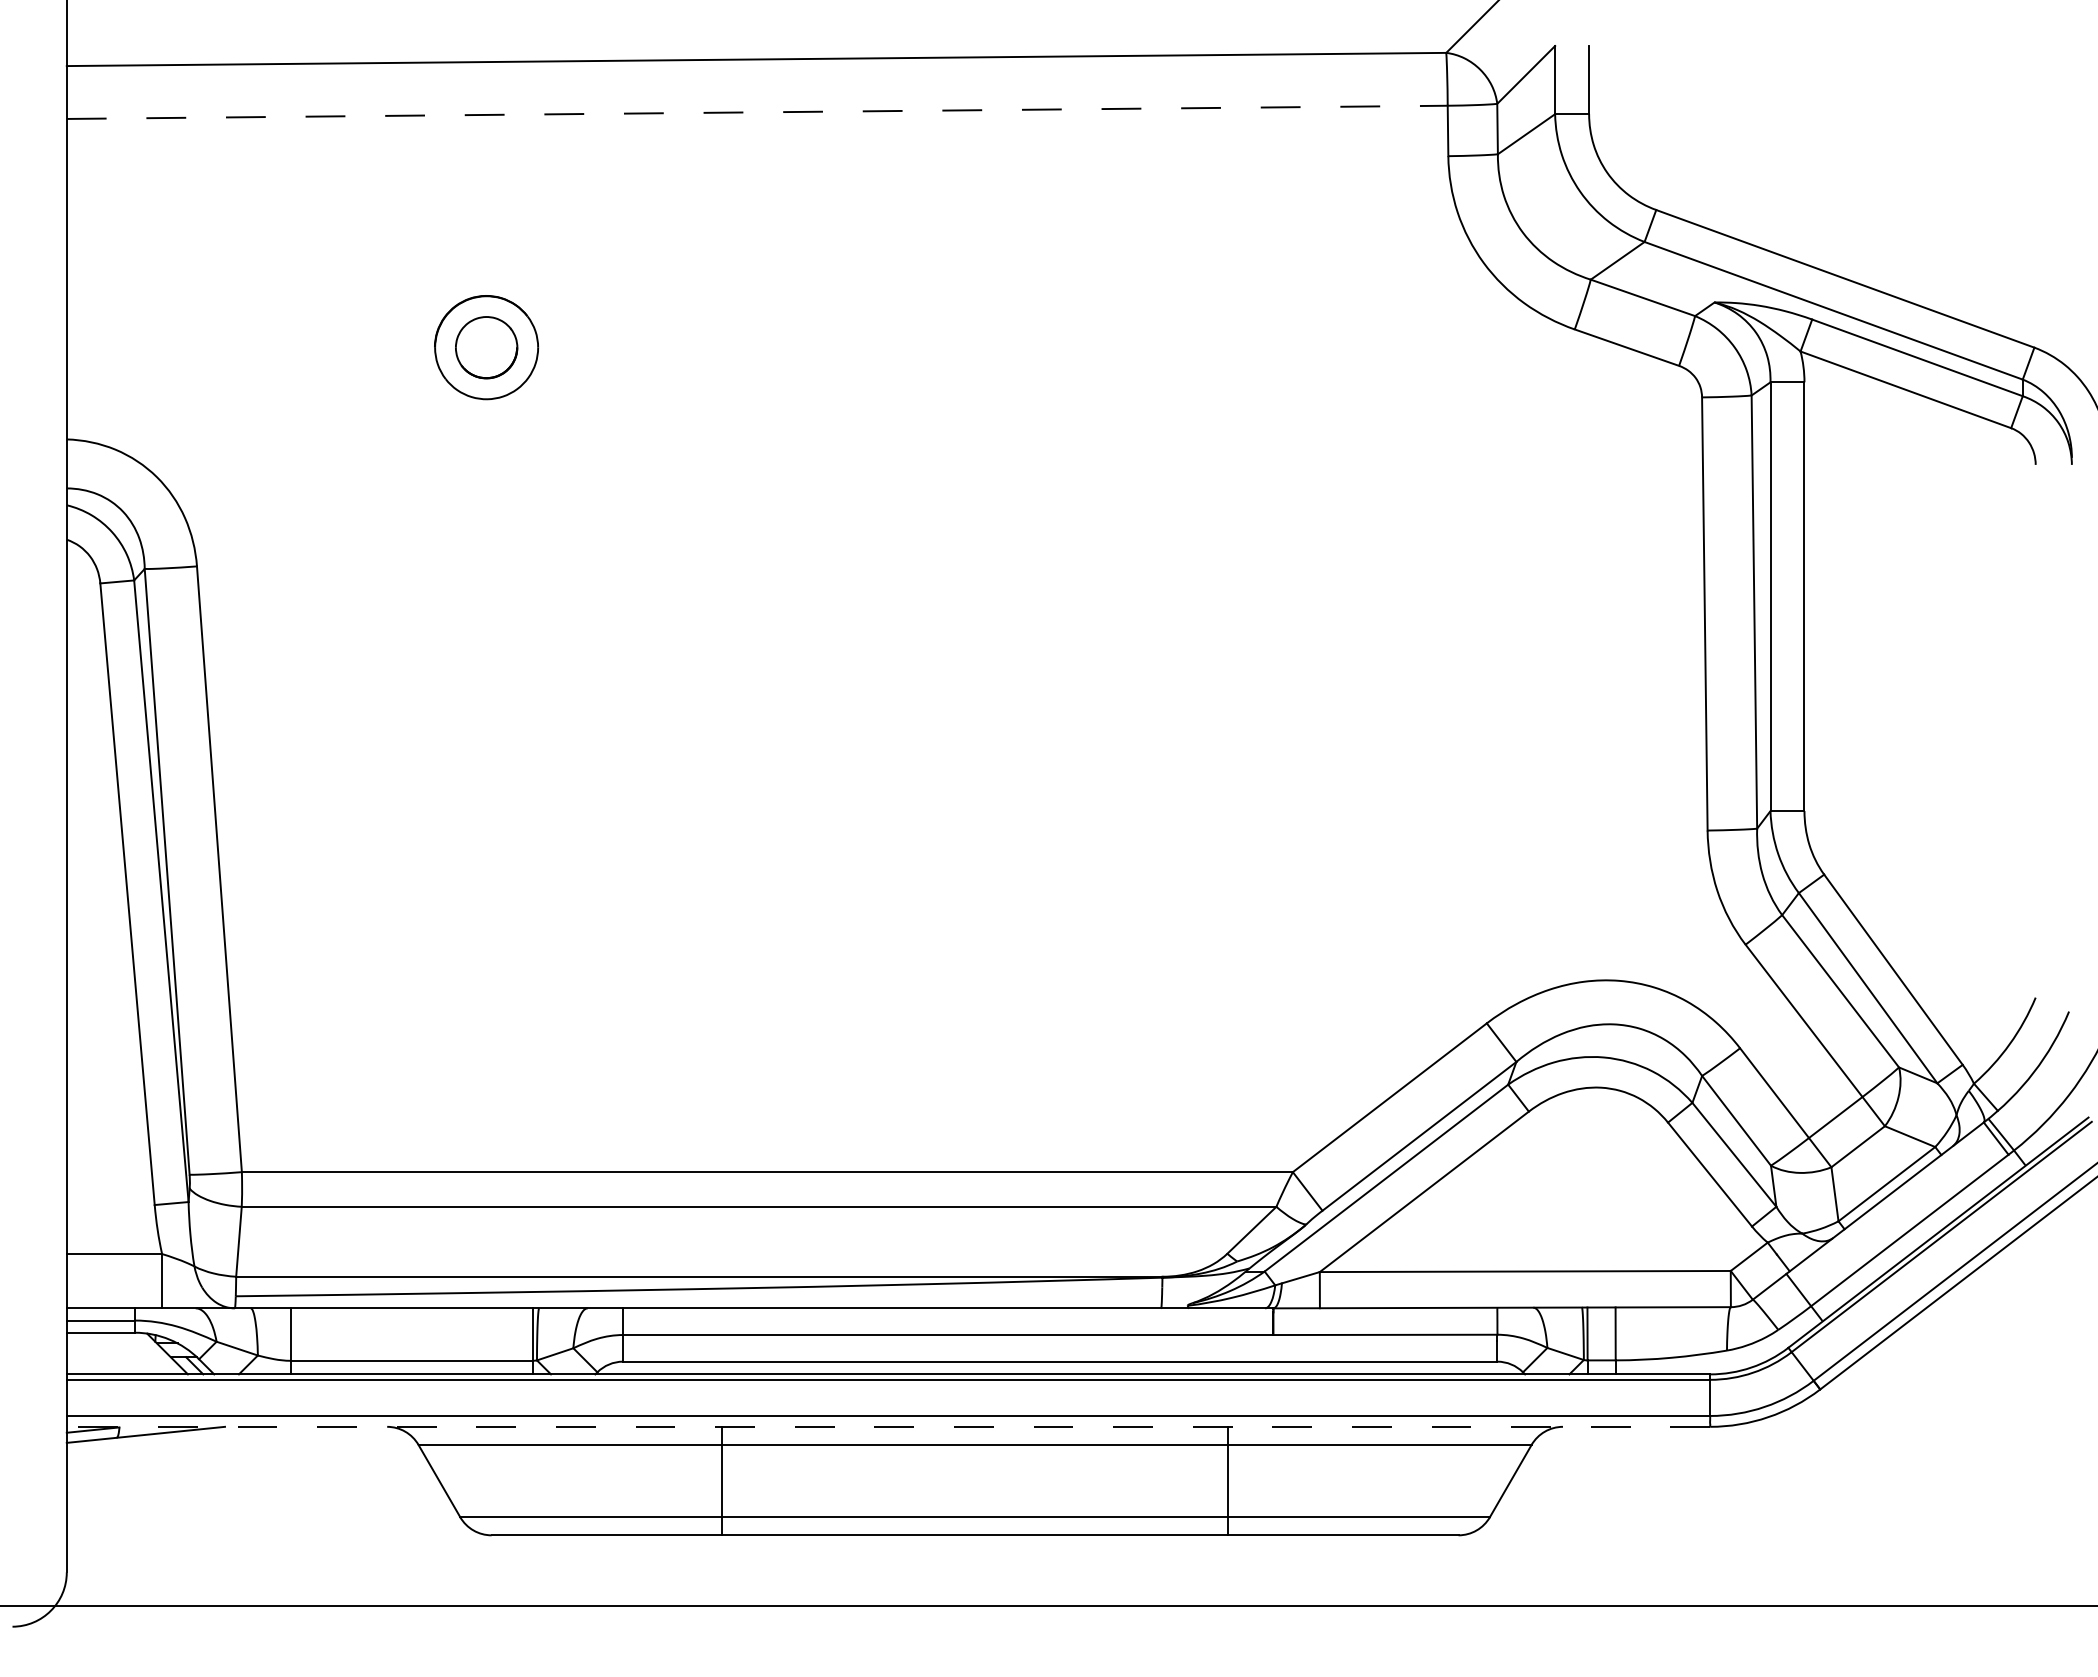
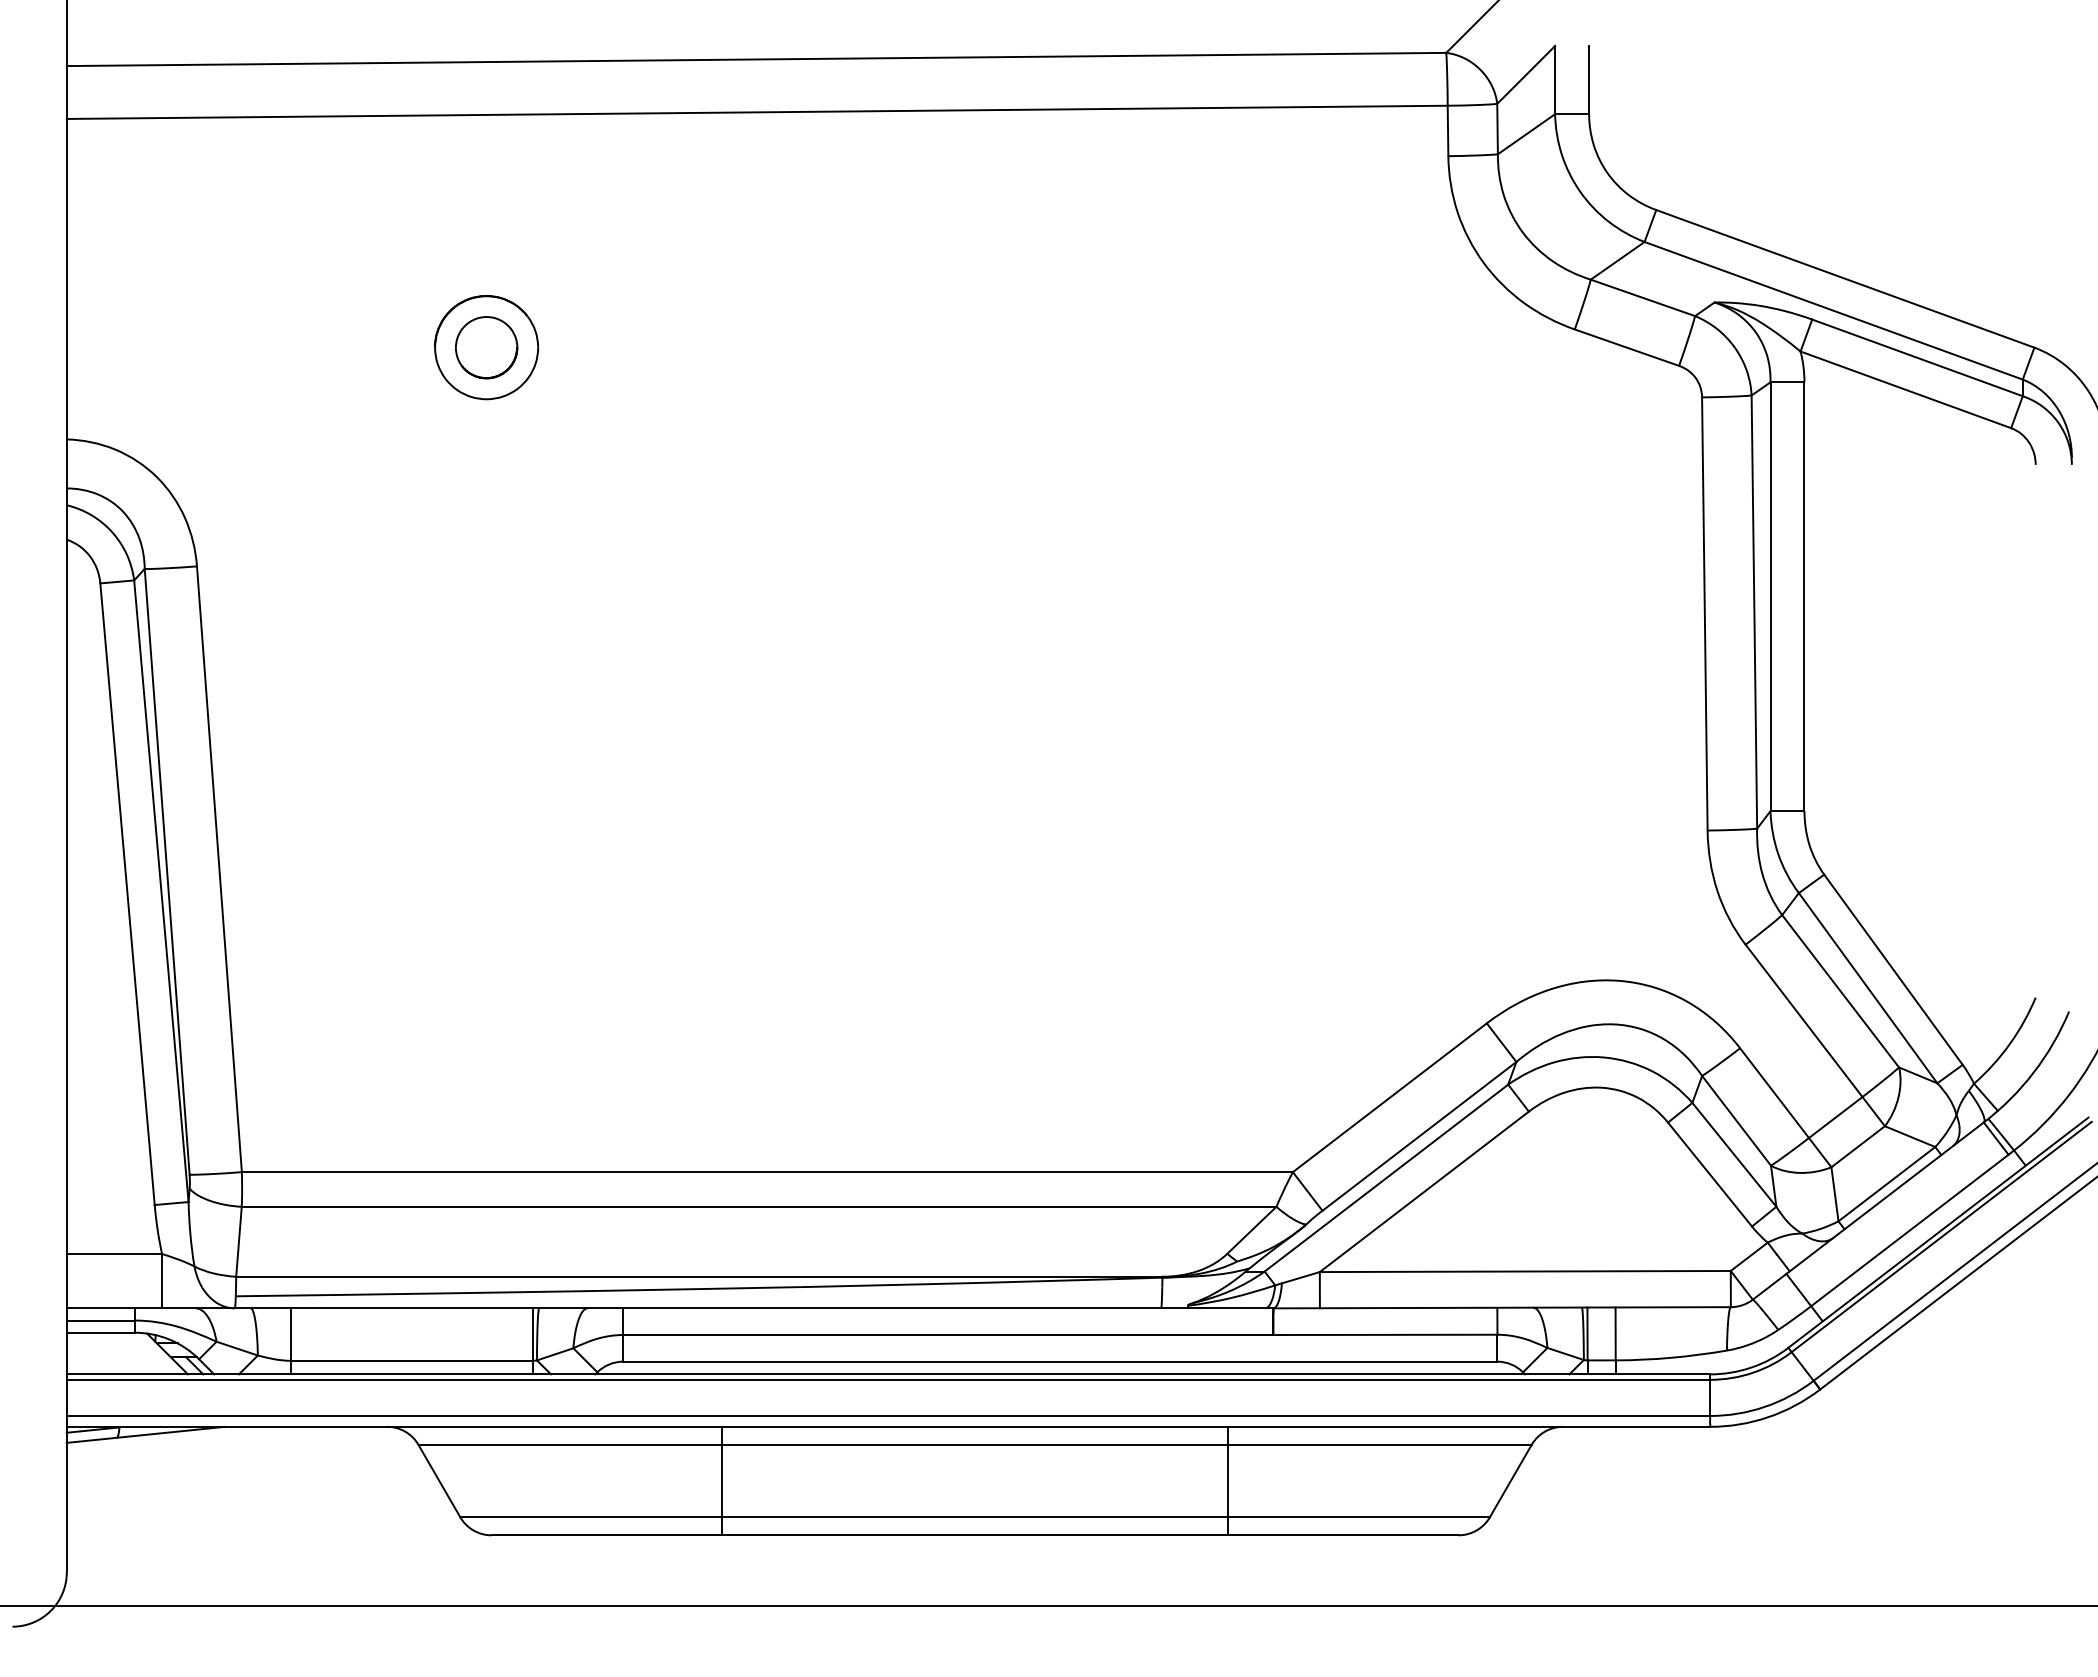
line at (757, 112): dashed -> solid
line at (888, 1426): dashed -> solid
